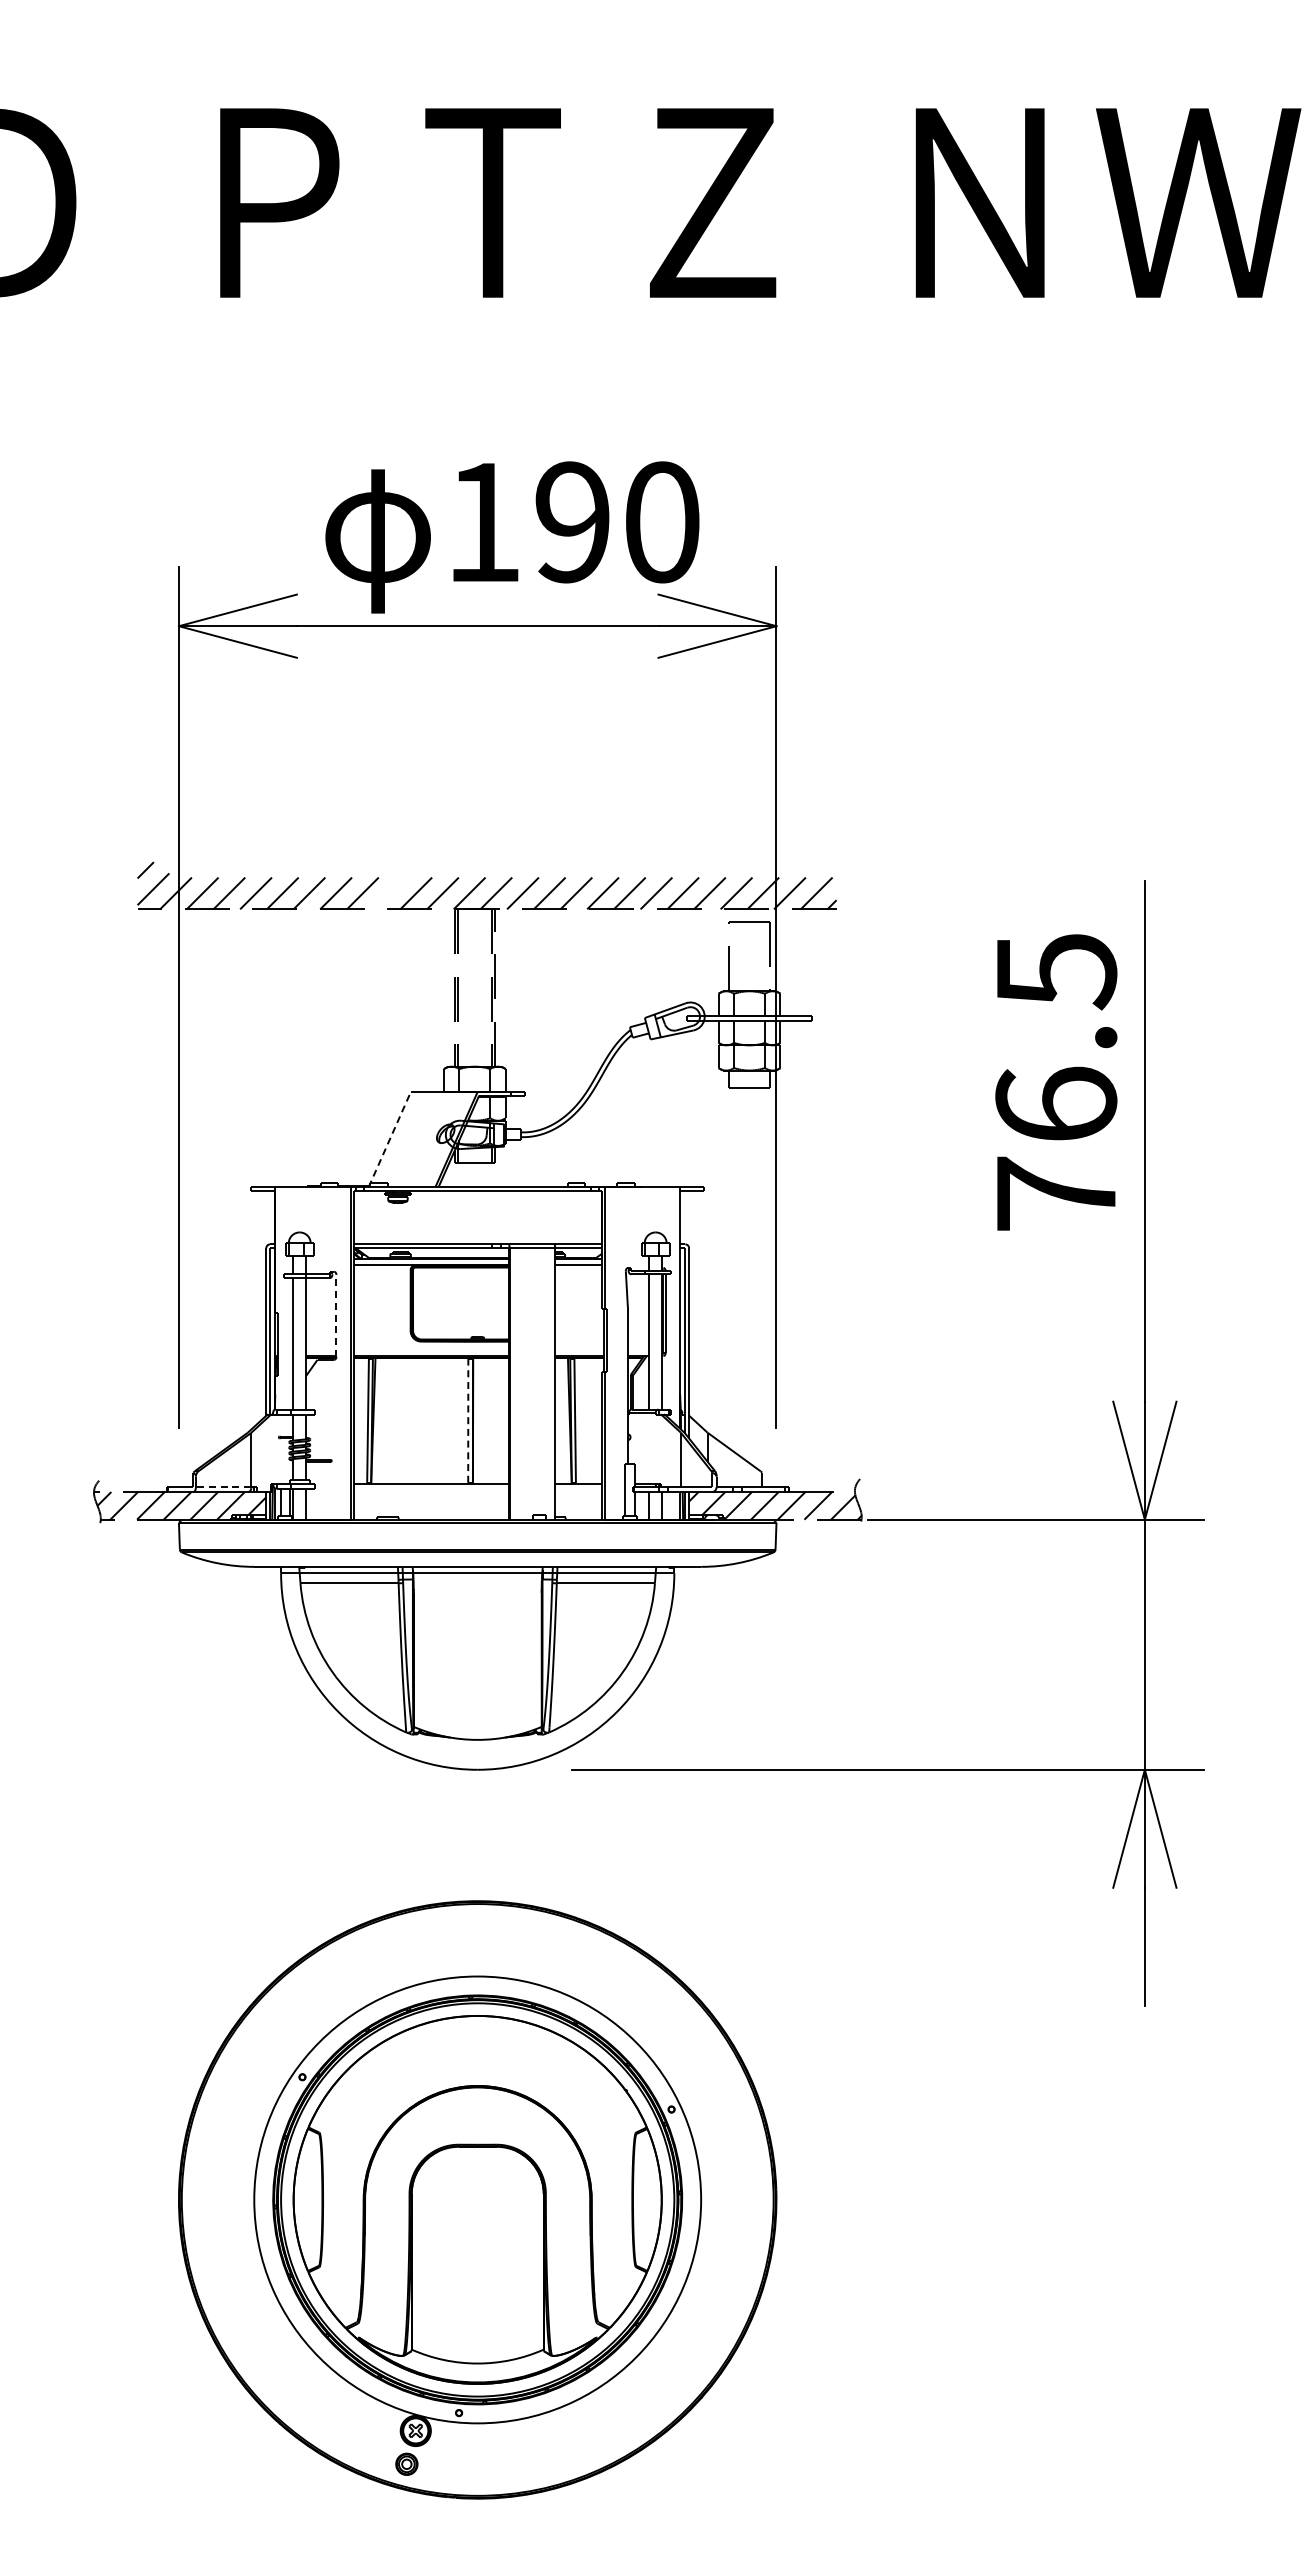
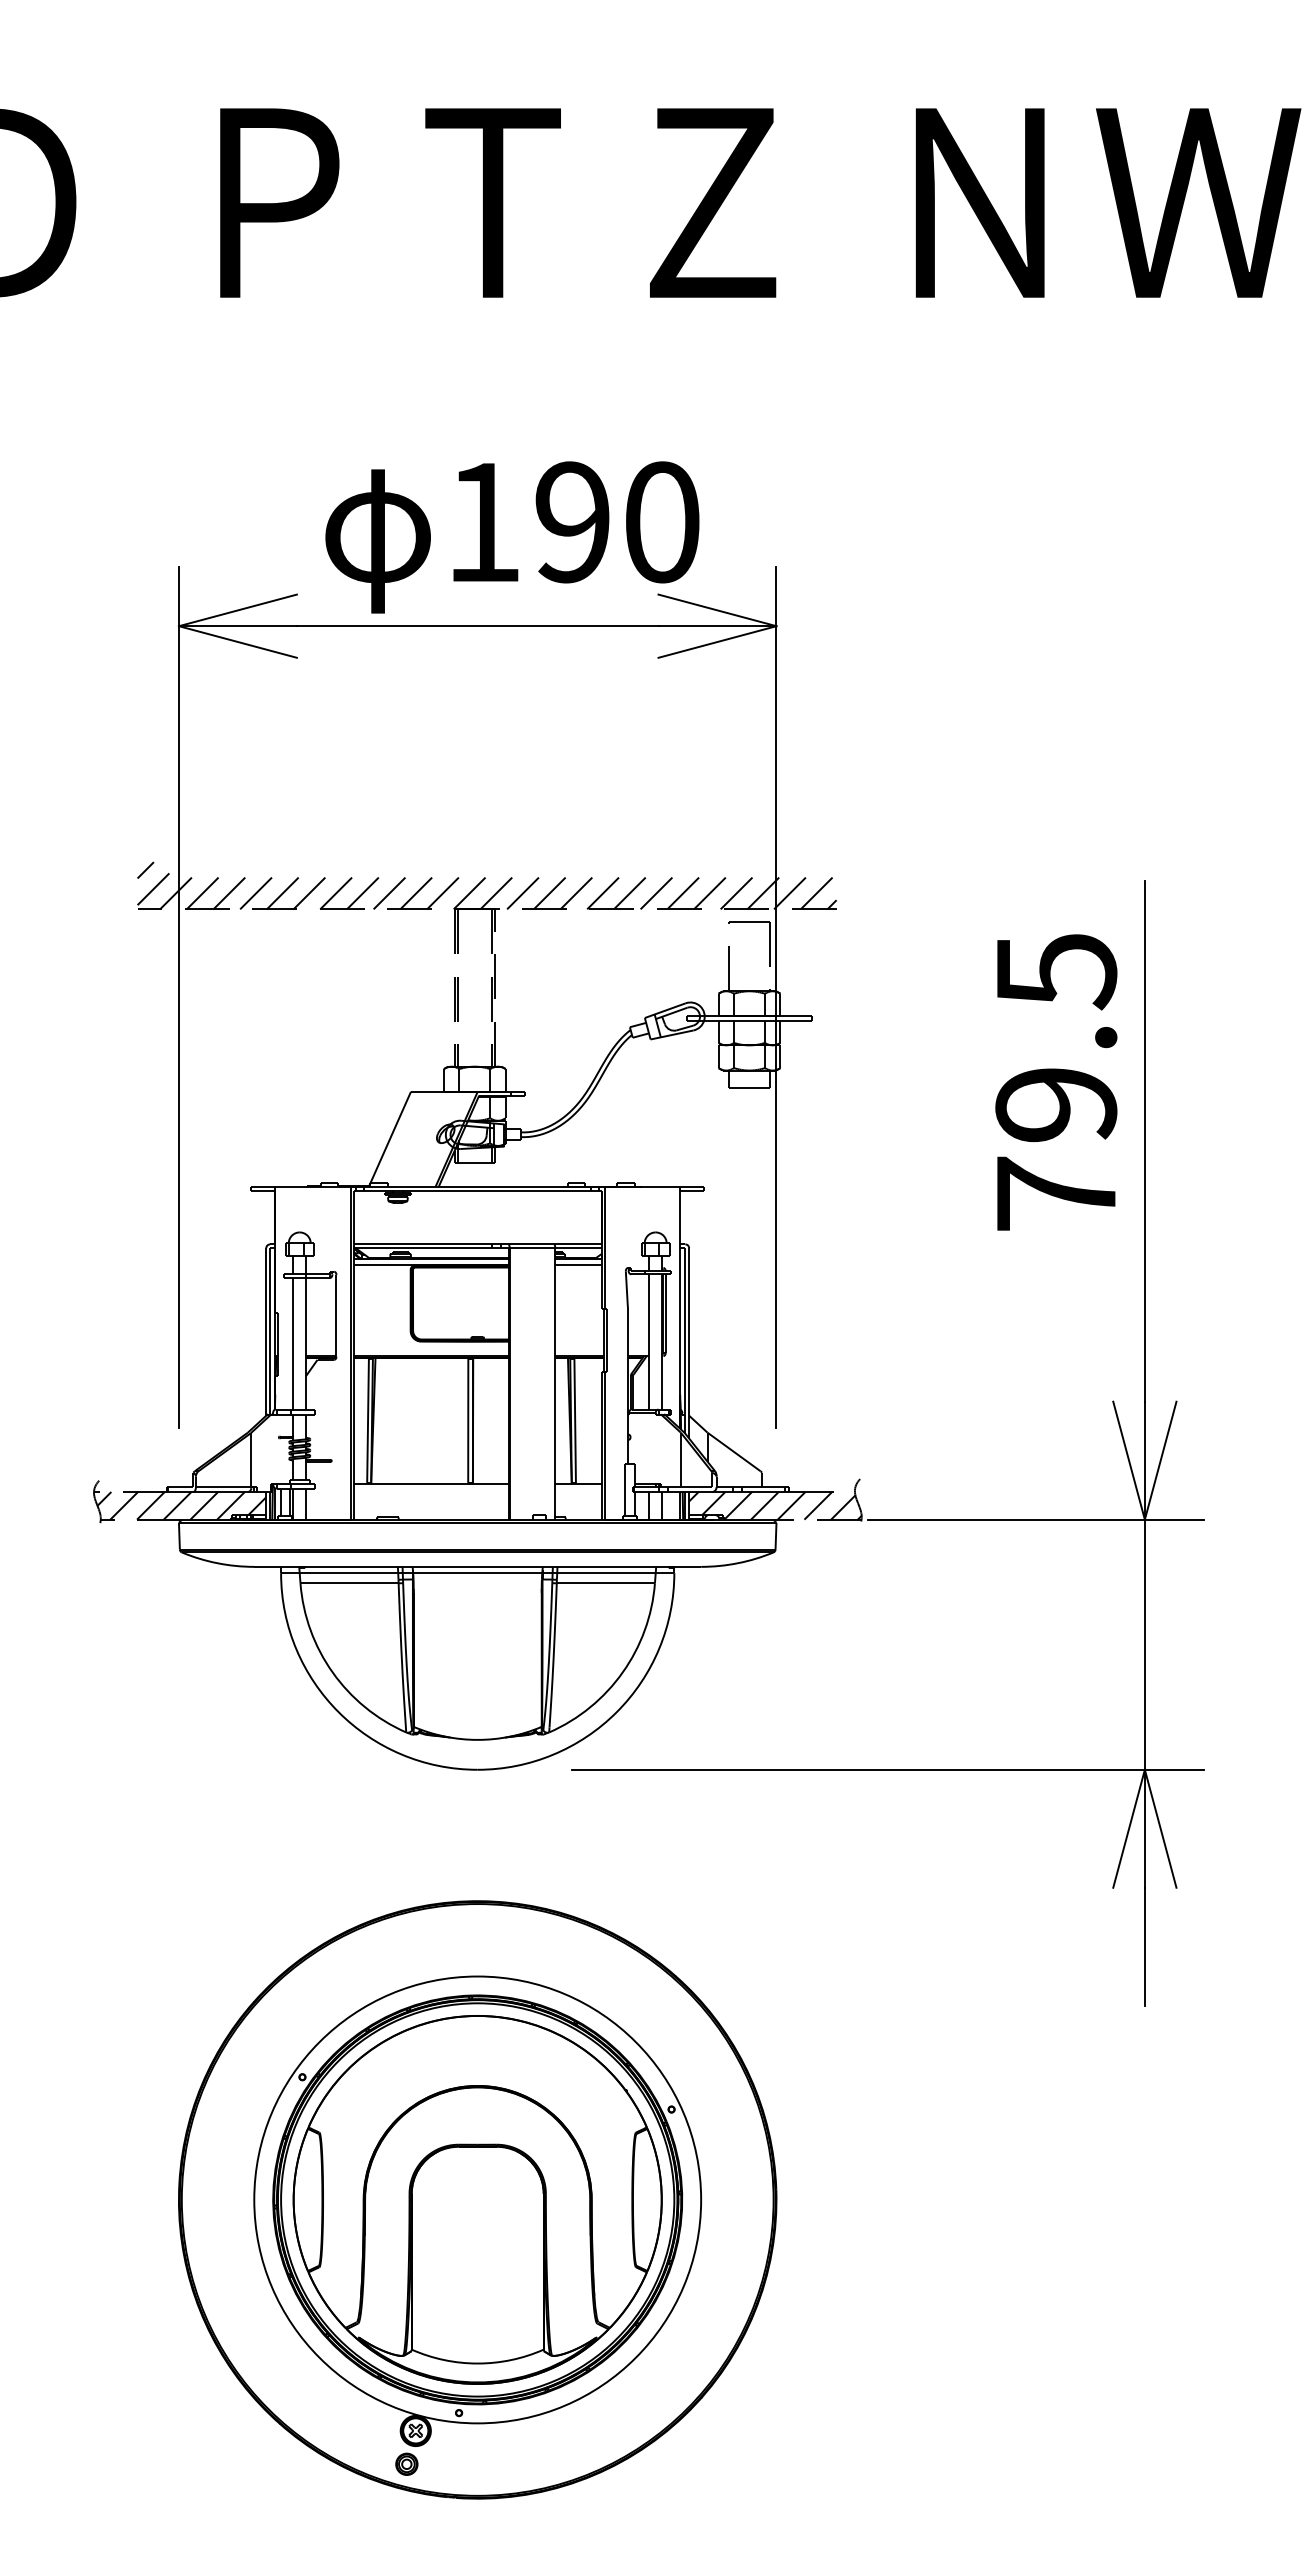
line at (389, 893): none -> present
text at (1056, 1104): 76.5 -> 79.5
line at (390, 1139): dashed -> solid
line at (336, 1315): dashed -> solid
line at (468, 1421): dashed -> solid
line at (223, 1486): dashed -> solid
